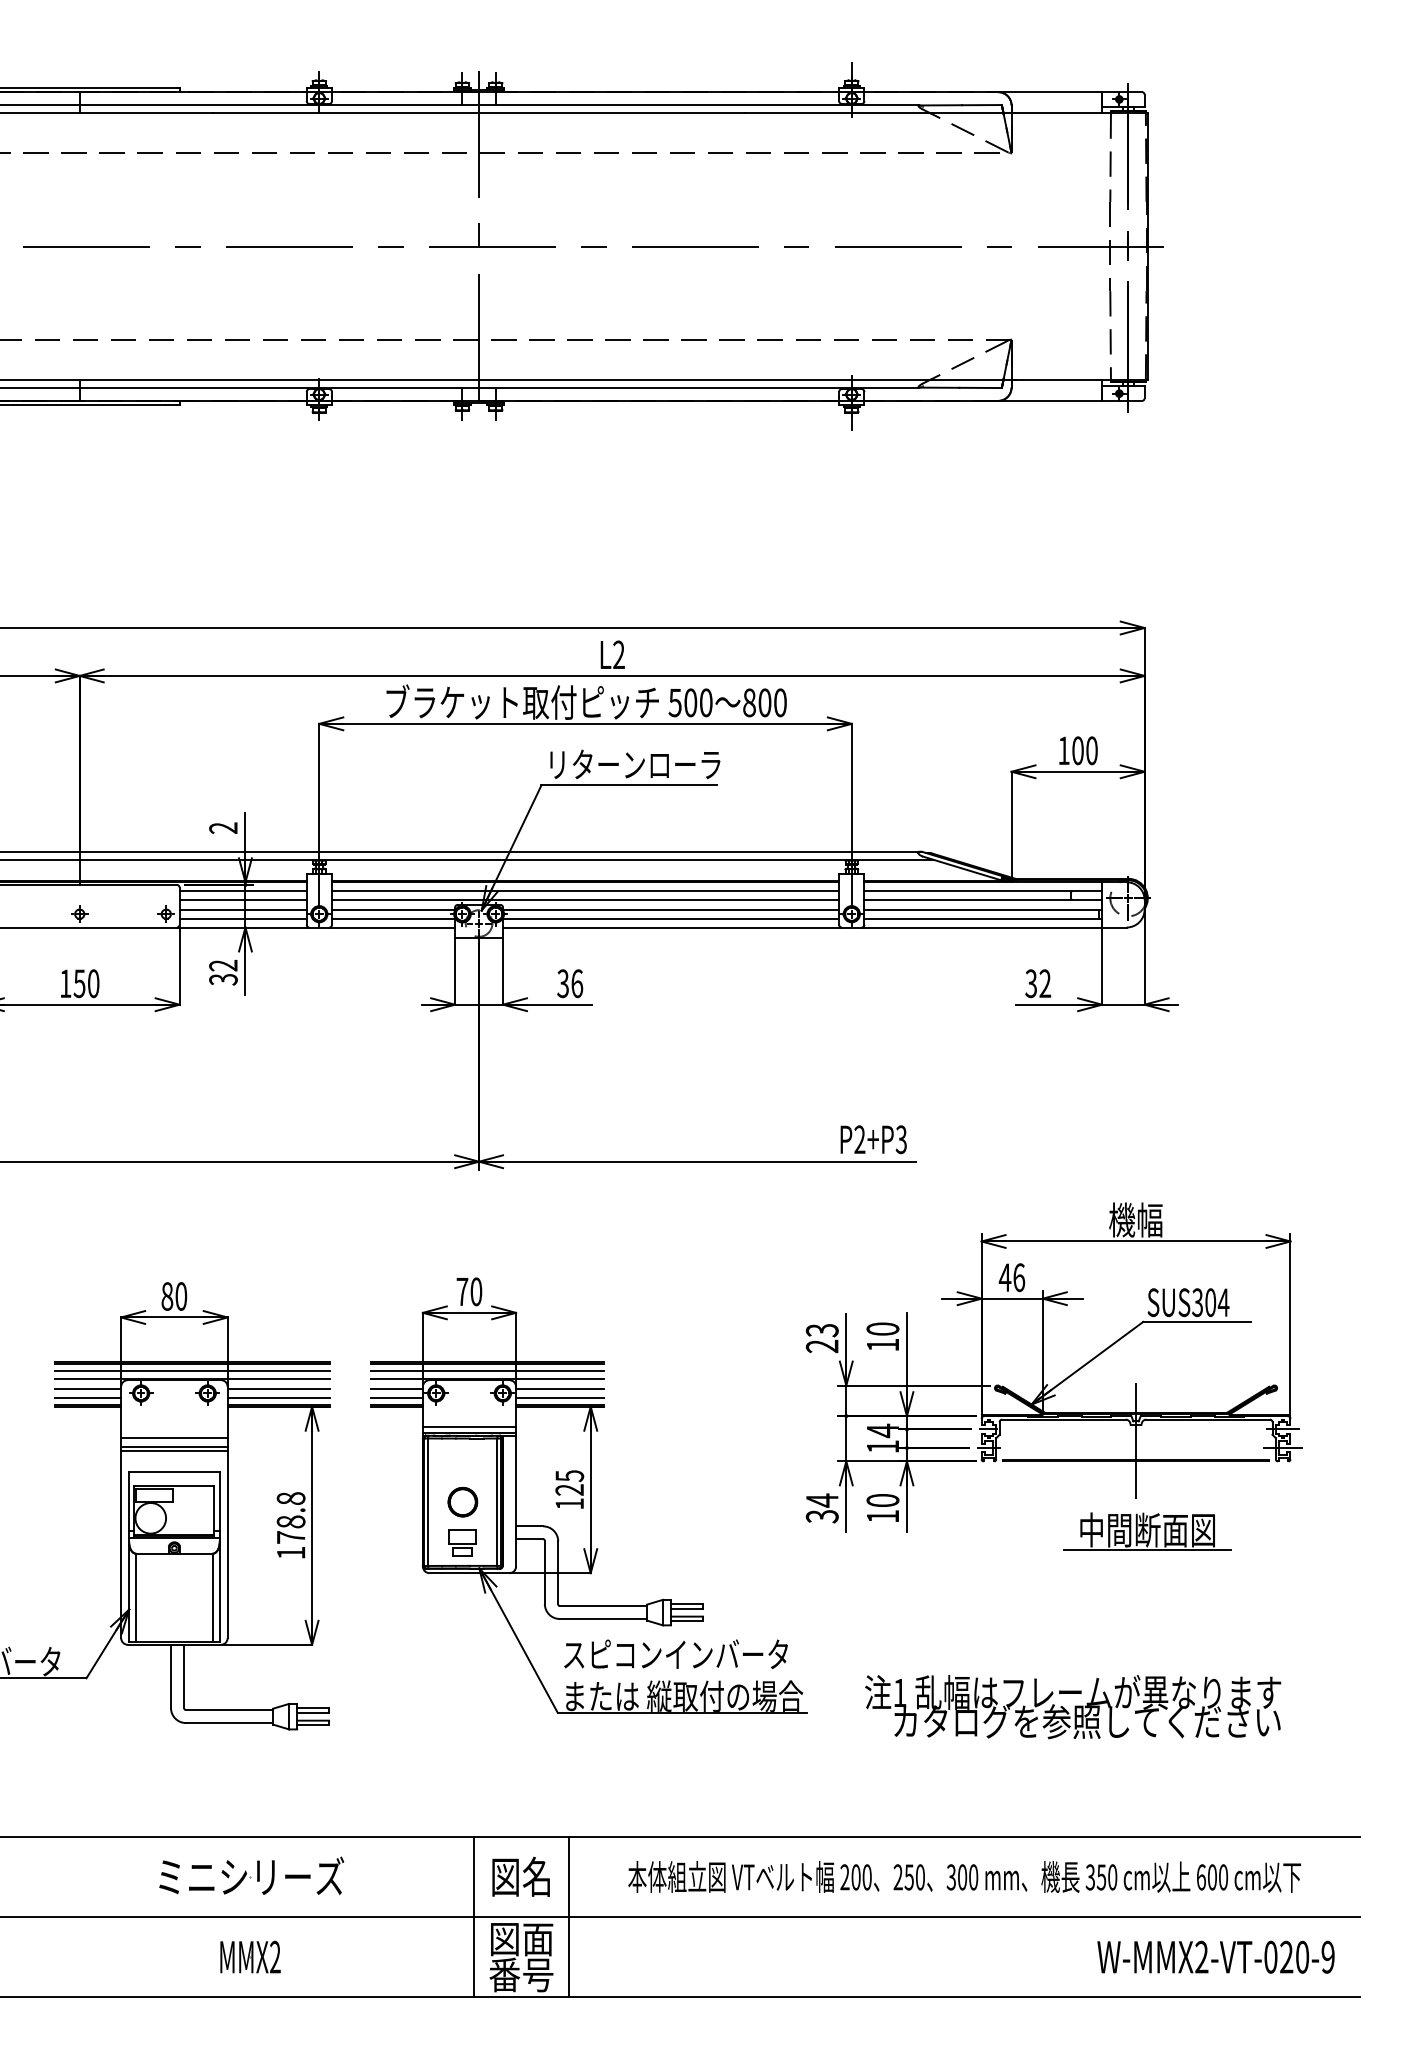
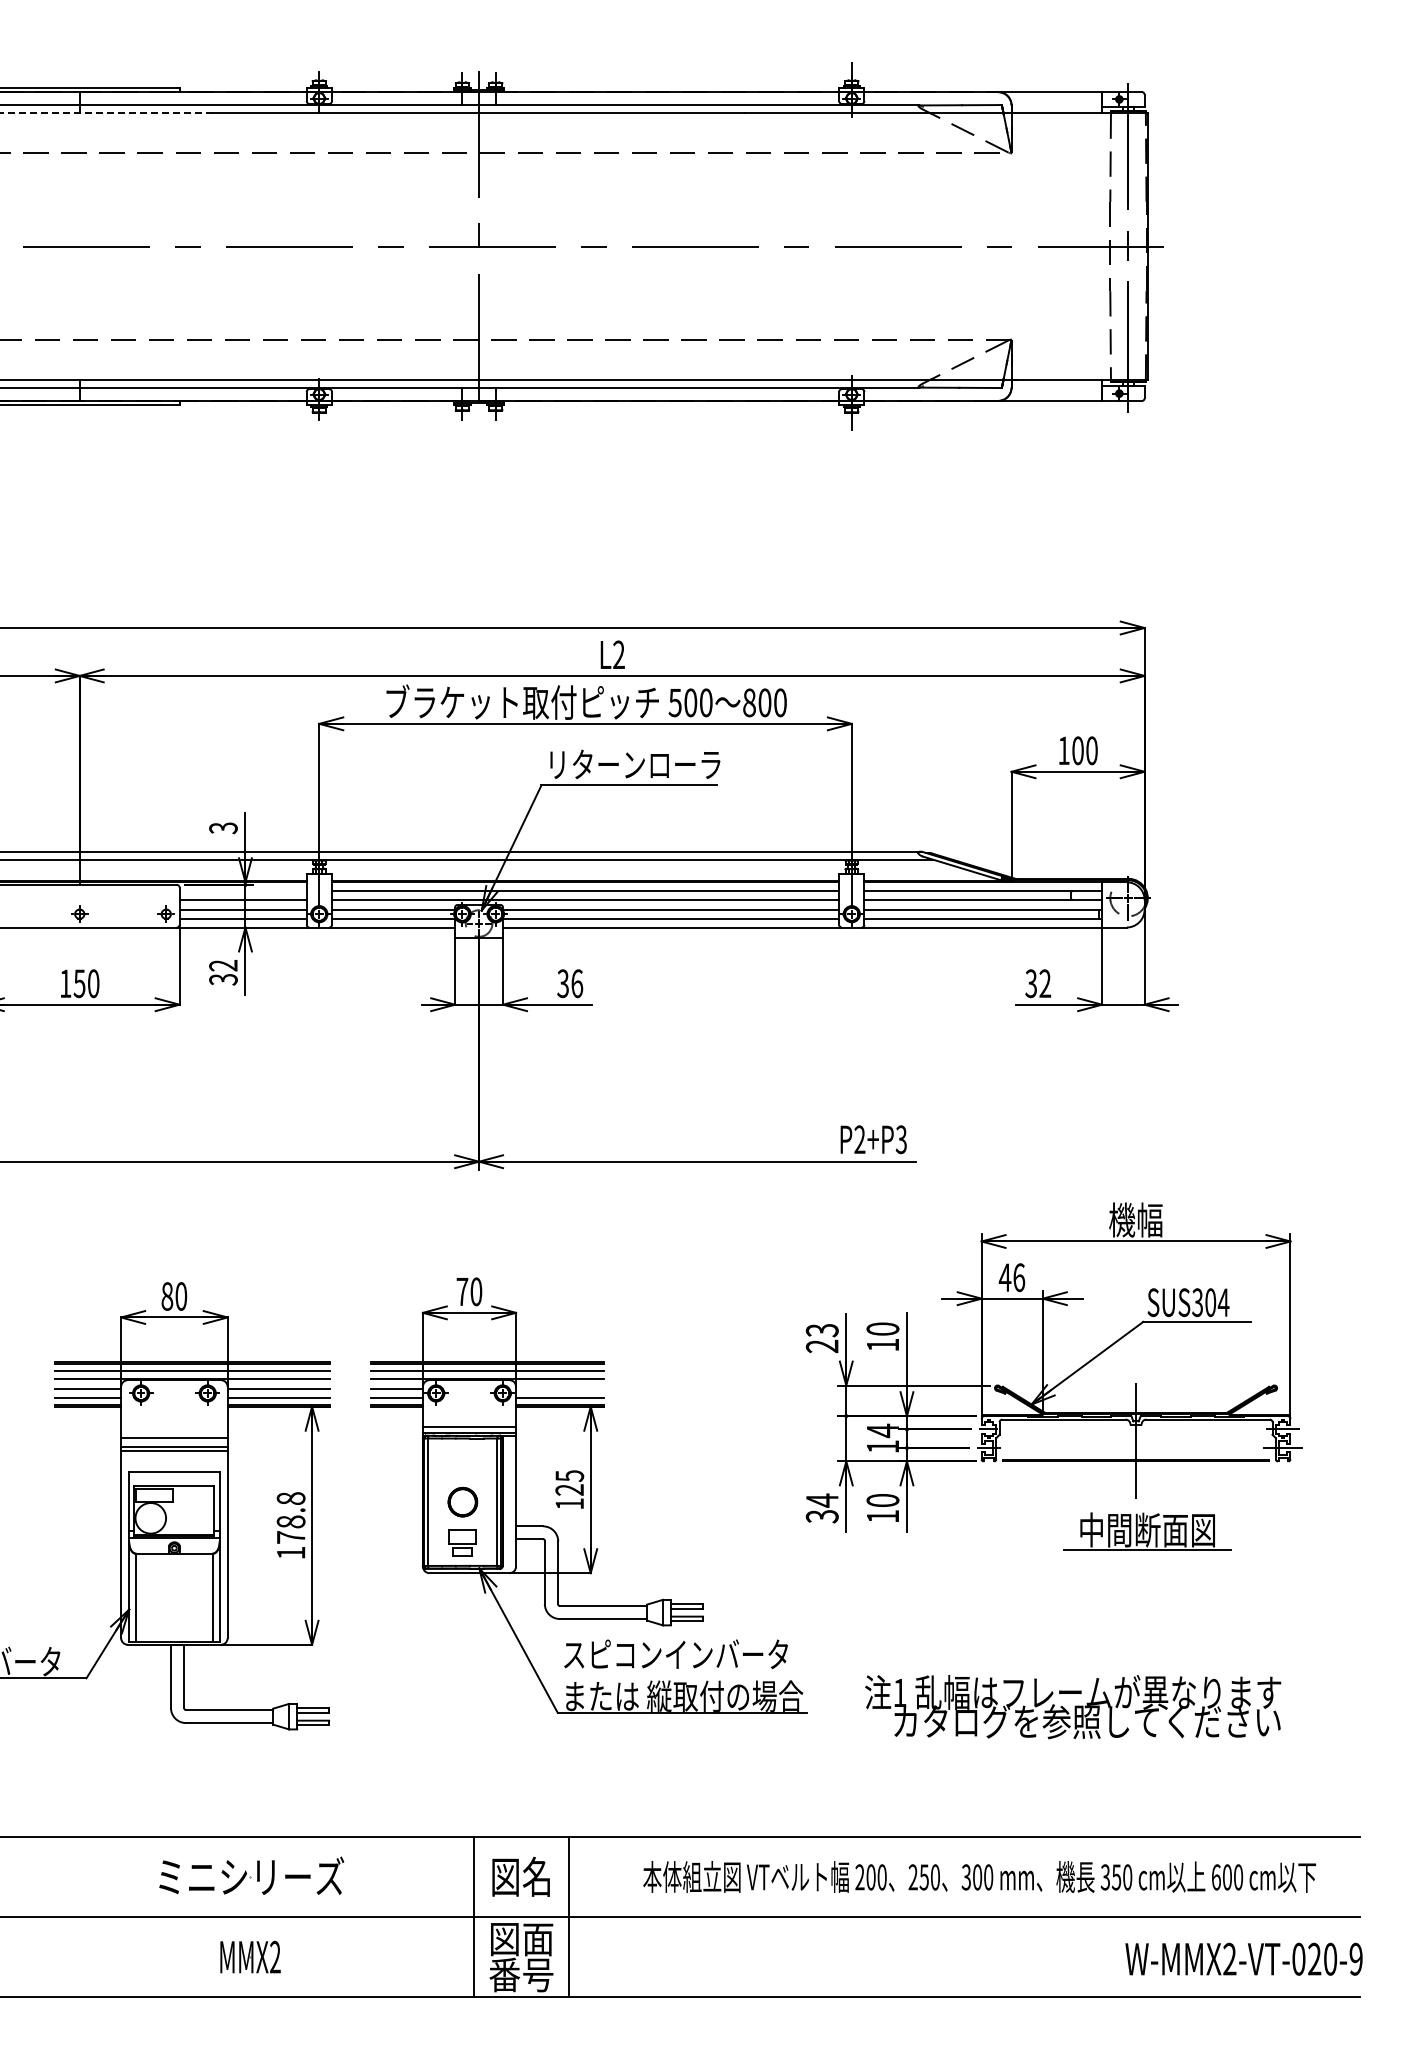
line at (106, 113): solid -> dashed
text at (223, 828): 2 -> 3
line at (242, 891): present -> none
line at (559, 1389): present -> none
text at (964, 1876) position: (964, 1876) -> (979, 1876)
text at (1215, 1956) position: (1215, 1956) -> (1243, 1958)
